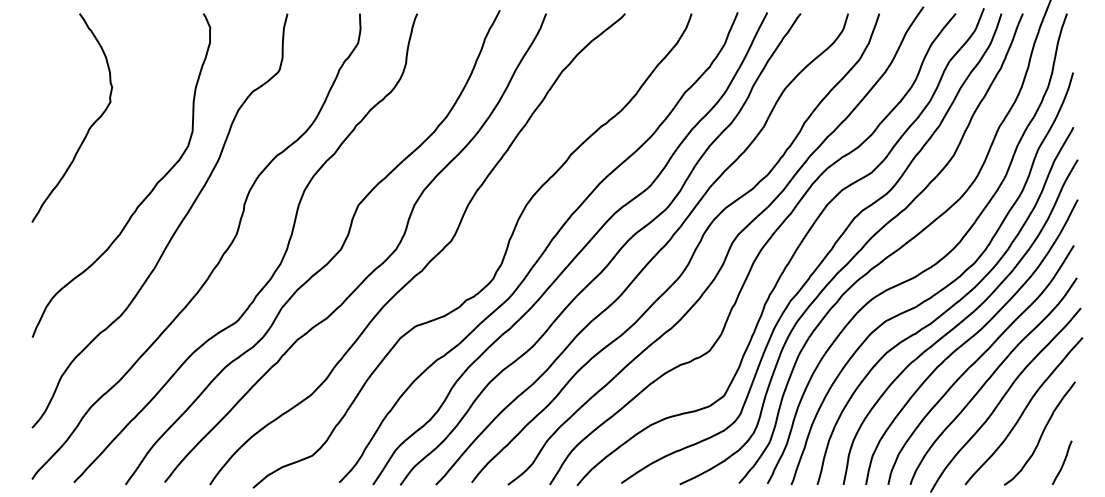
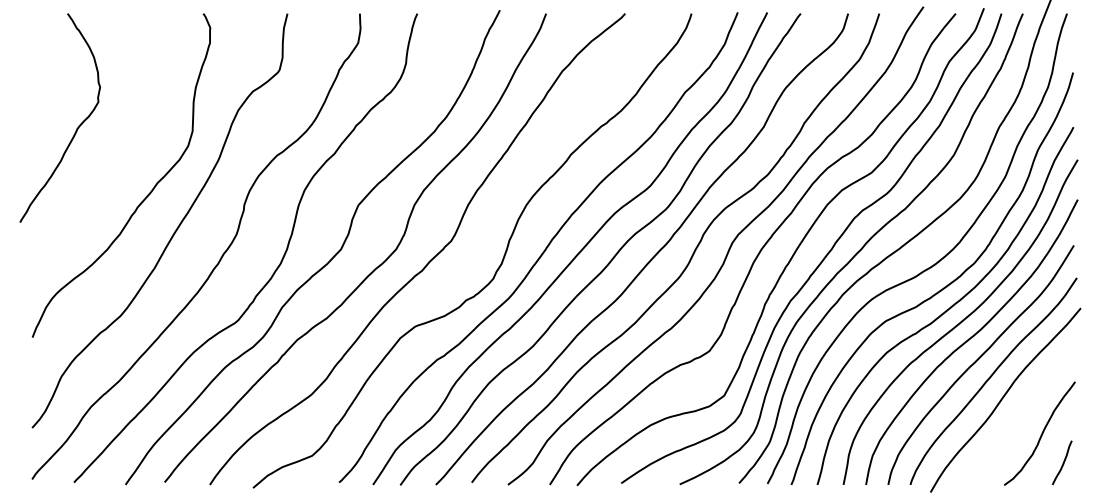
curve at (88, 128) position: (88, 128) -> (76, 128)
curve at (1023, 411): present -> none
